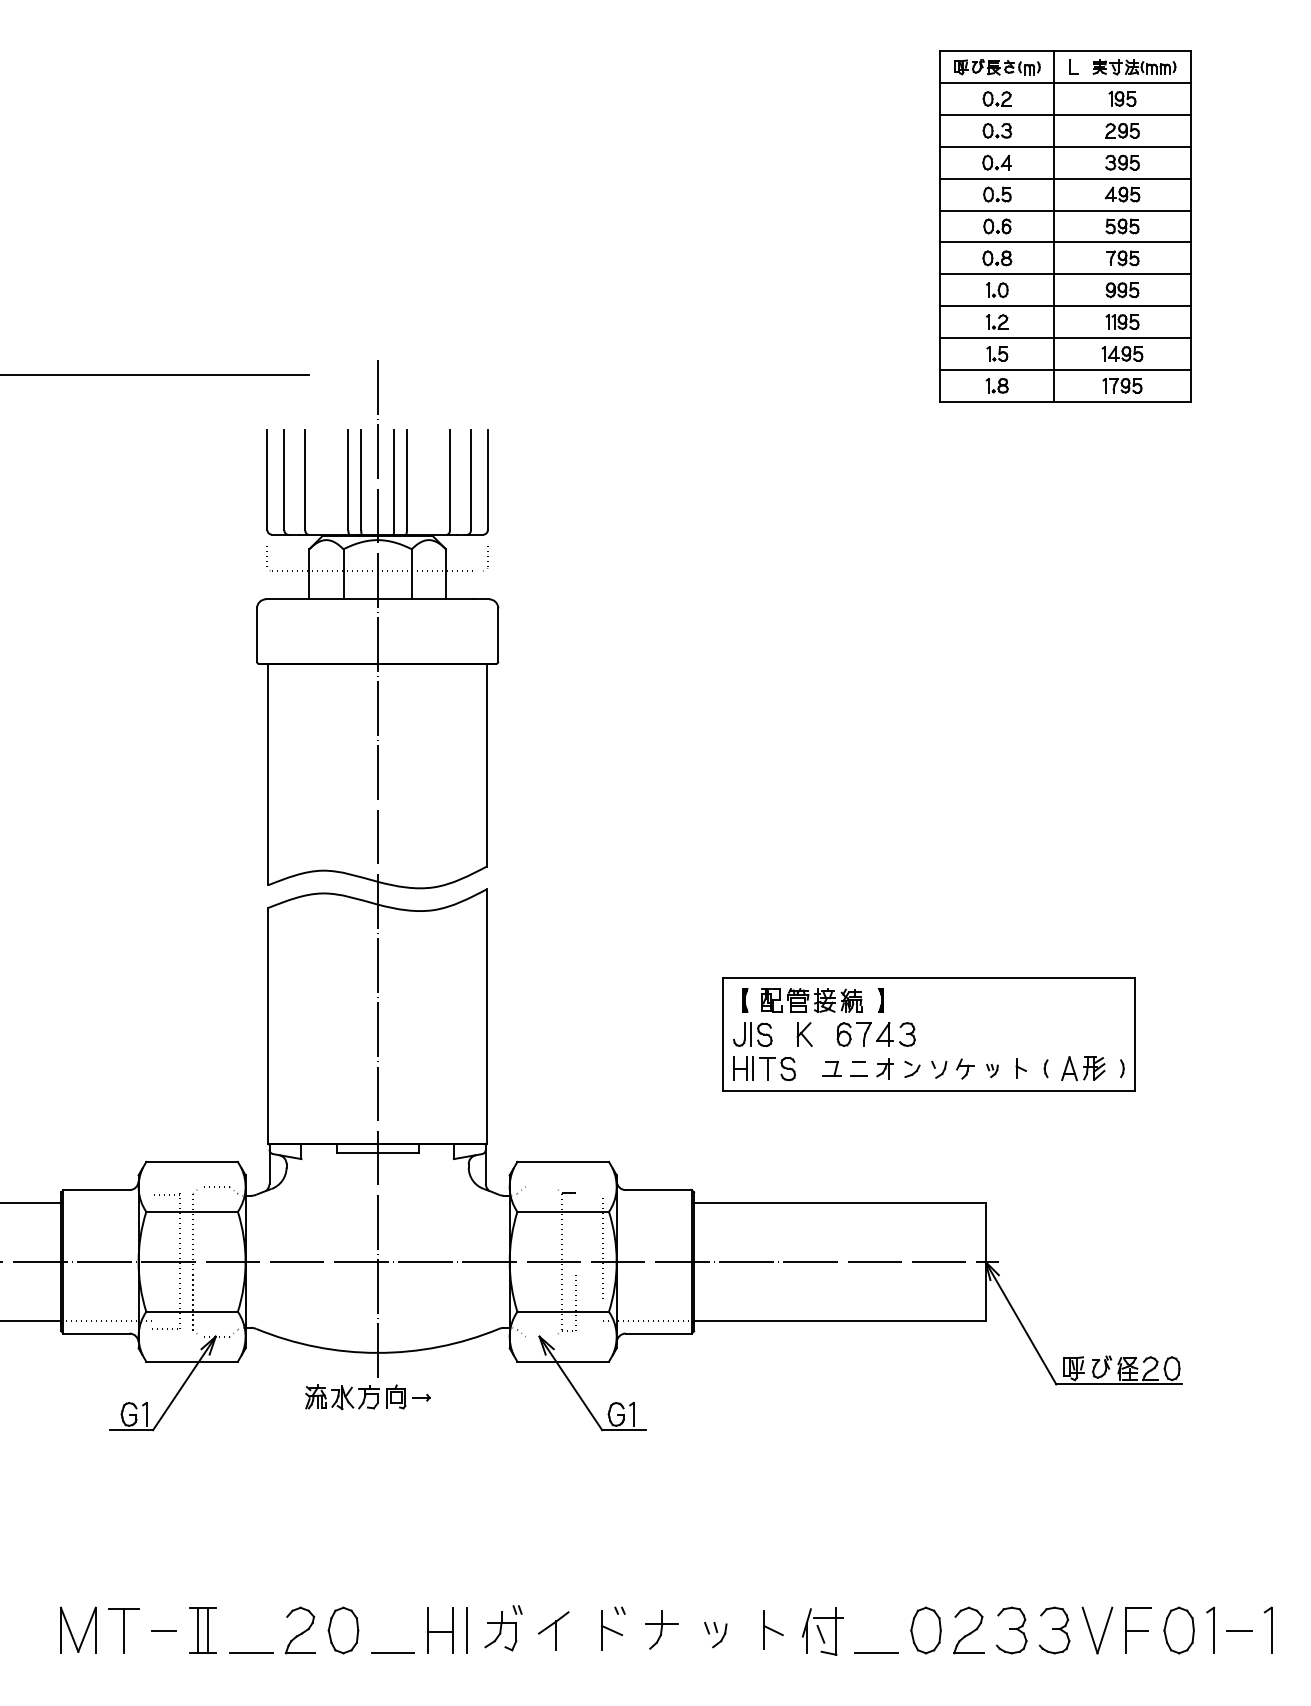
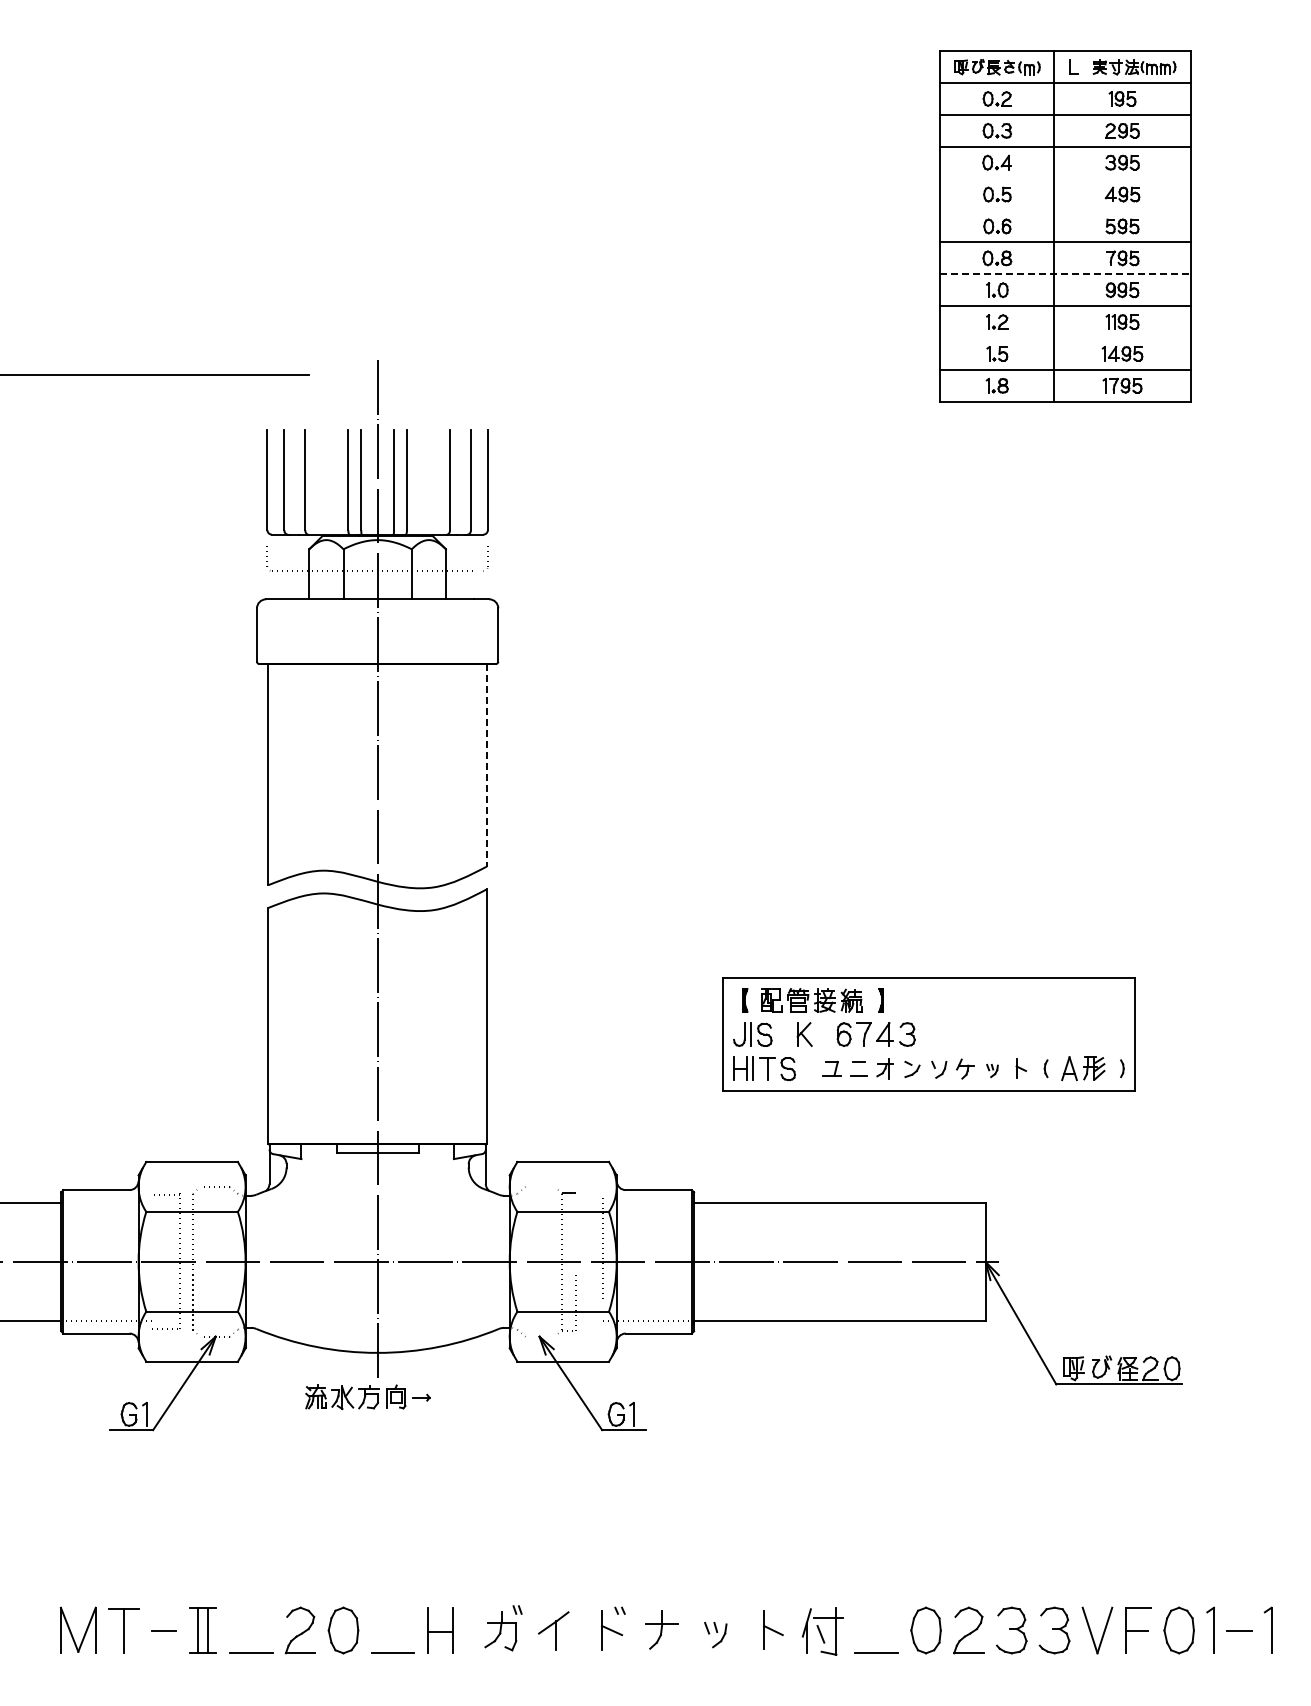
line at (1065, 178): present -> none
line at (1065, 210): present -> none
line at (1066, 274): solid -> dashed
line at (1065, 338): present -> none
line at (486, 765): solid -> dashed
line at (466, 1630): present -> none
